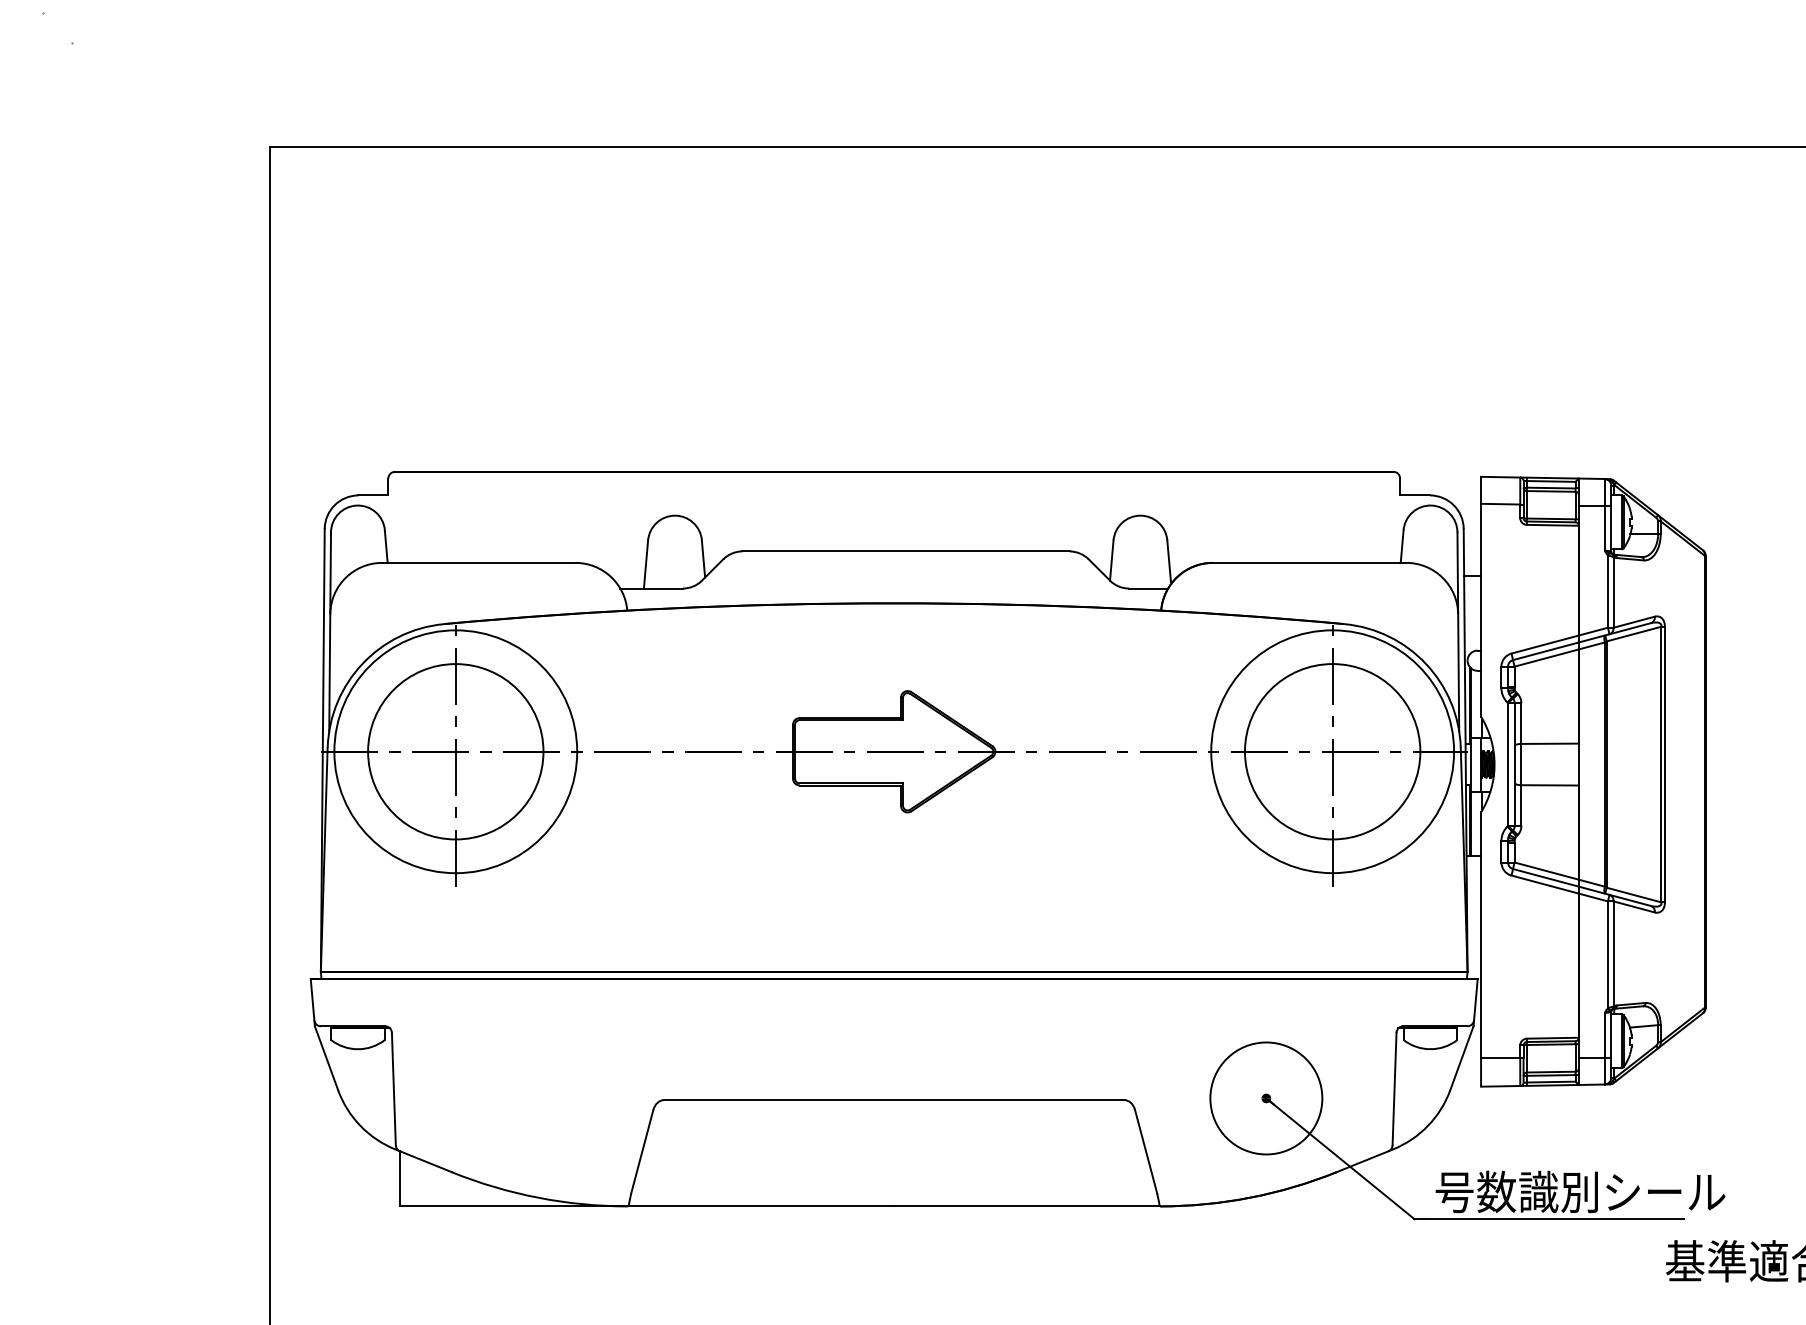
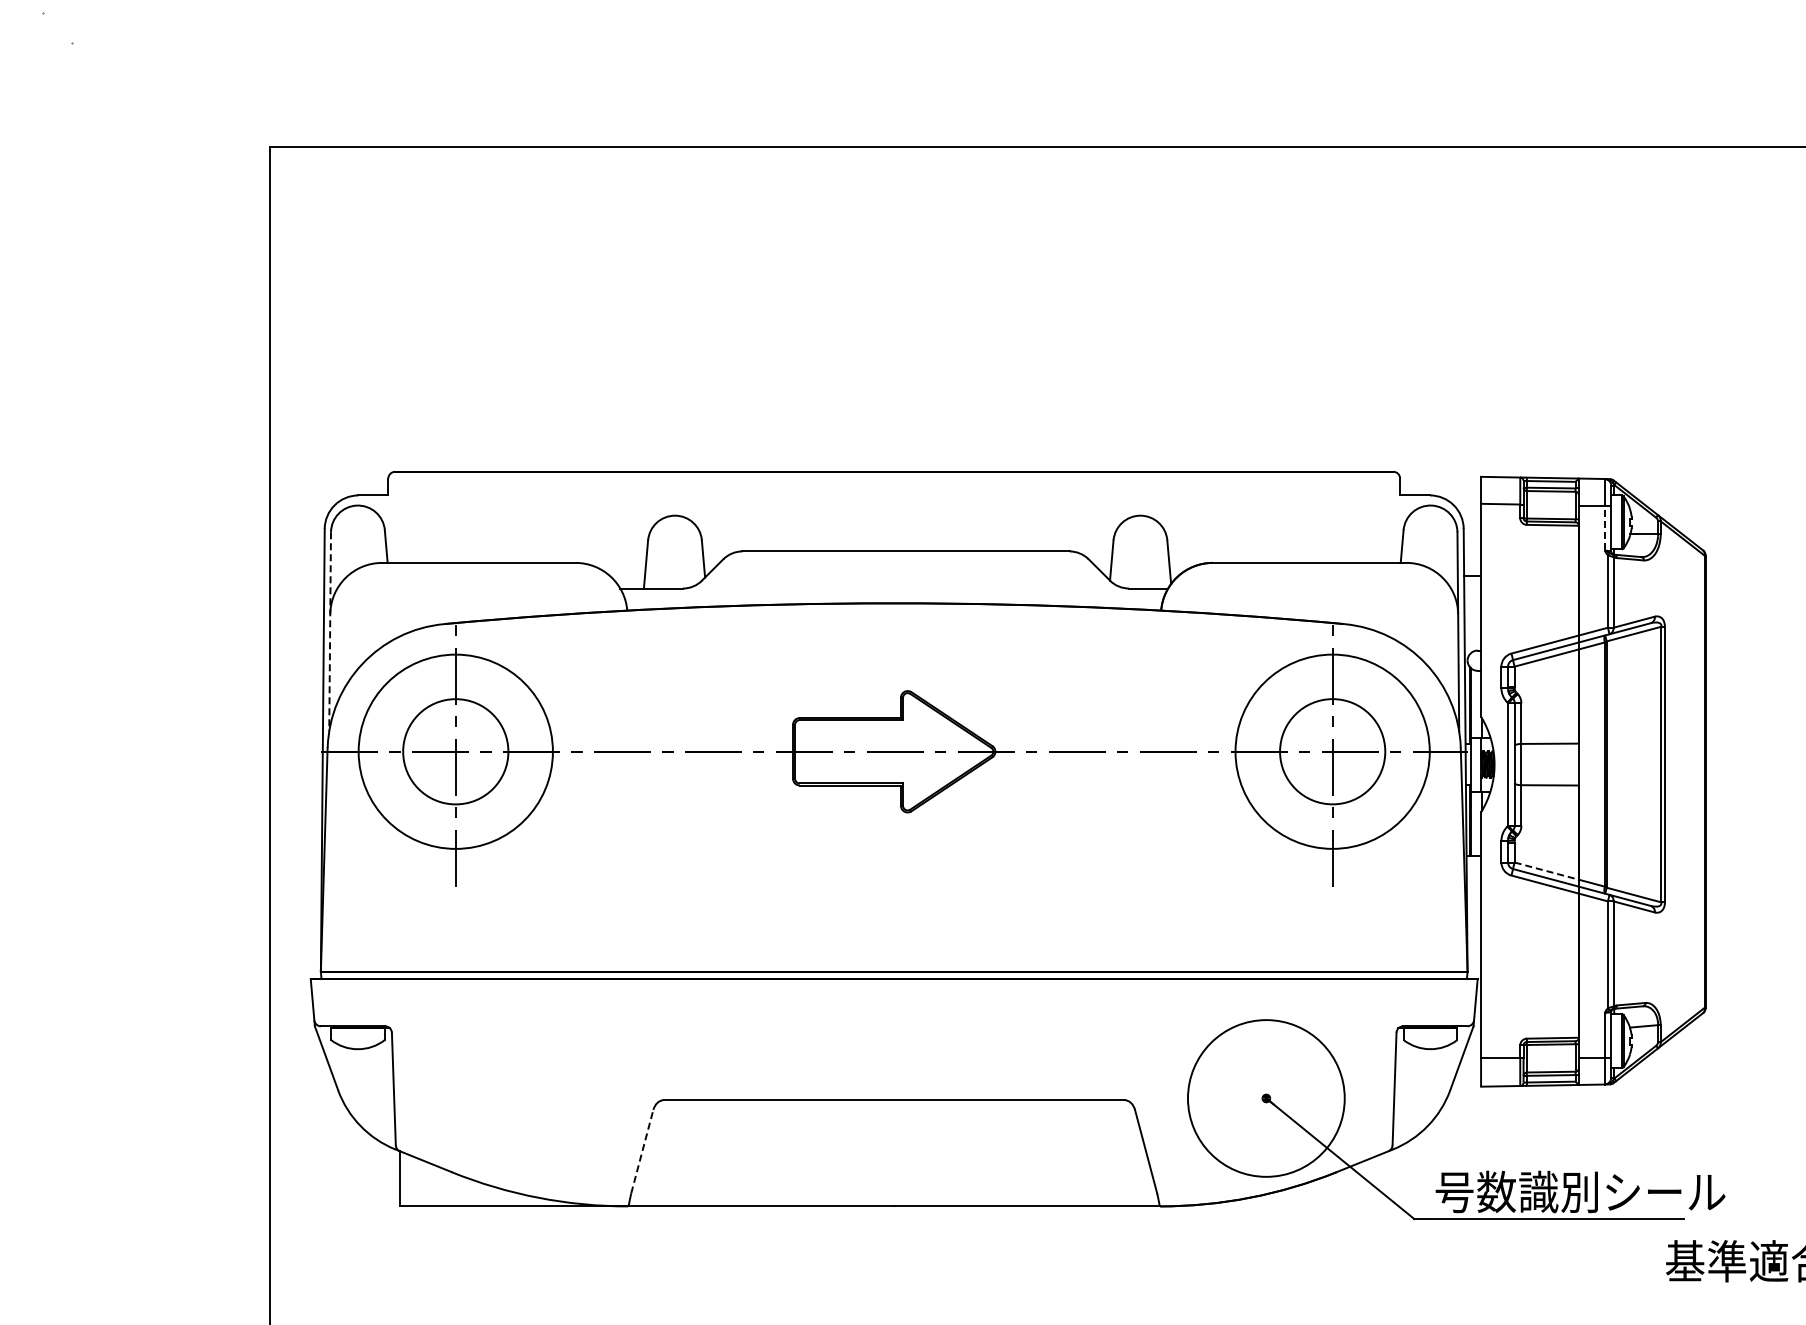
line at (1604, 527): solid -> dashed
line at (330, 631): solid -> dashed
circle at (455, 751) diameter: 175 px -> 105 px
circle at (455, 751) diameter: 243 px -> 194 px
circle at (1332, 751) diameter: 175 px -> 105 px
circle at (1332, 751) diameter: 243 px -> 194 px
line at (1547, 871): solid -> dashed
circle at (1266, 1098) diameter: 112 px -> 157 px
line at (642, 1151): solid -> dashed
